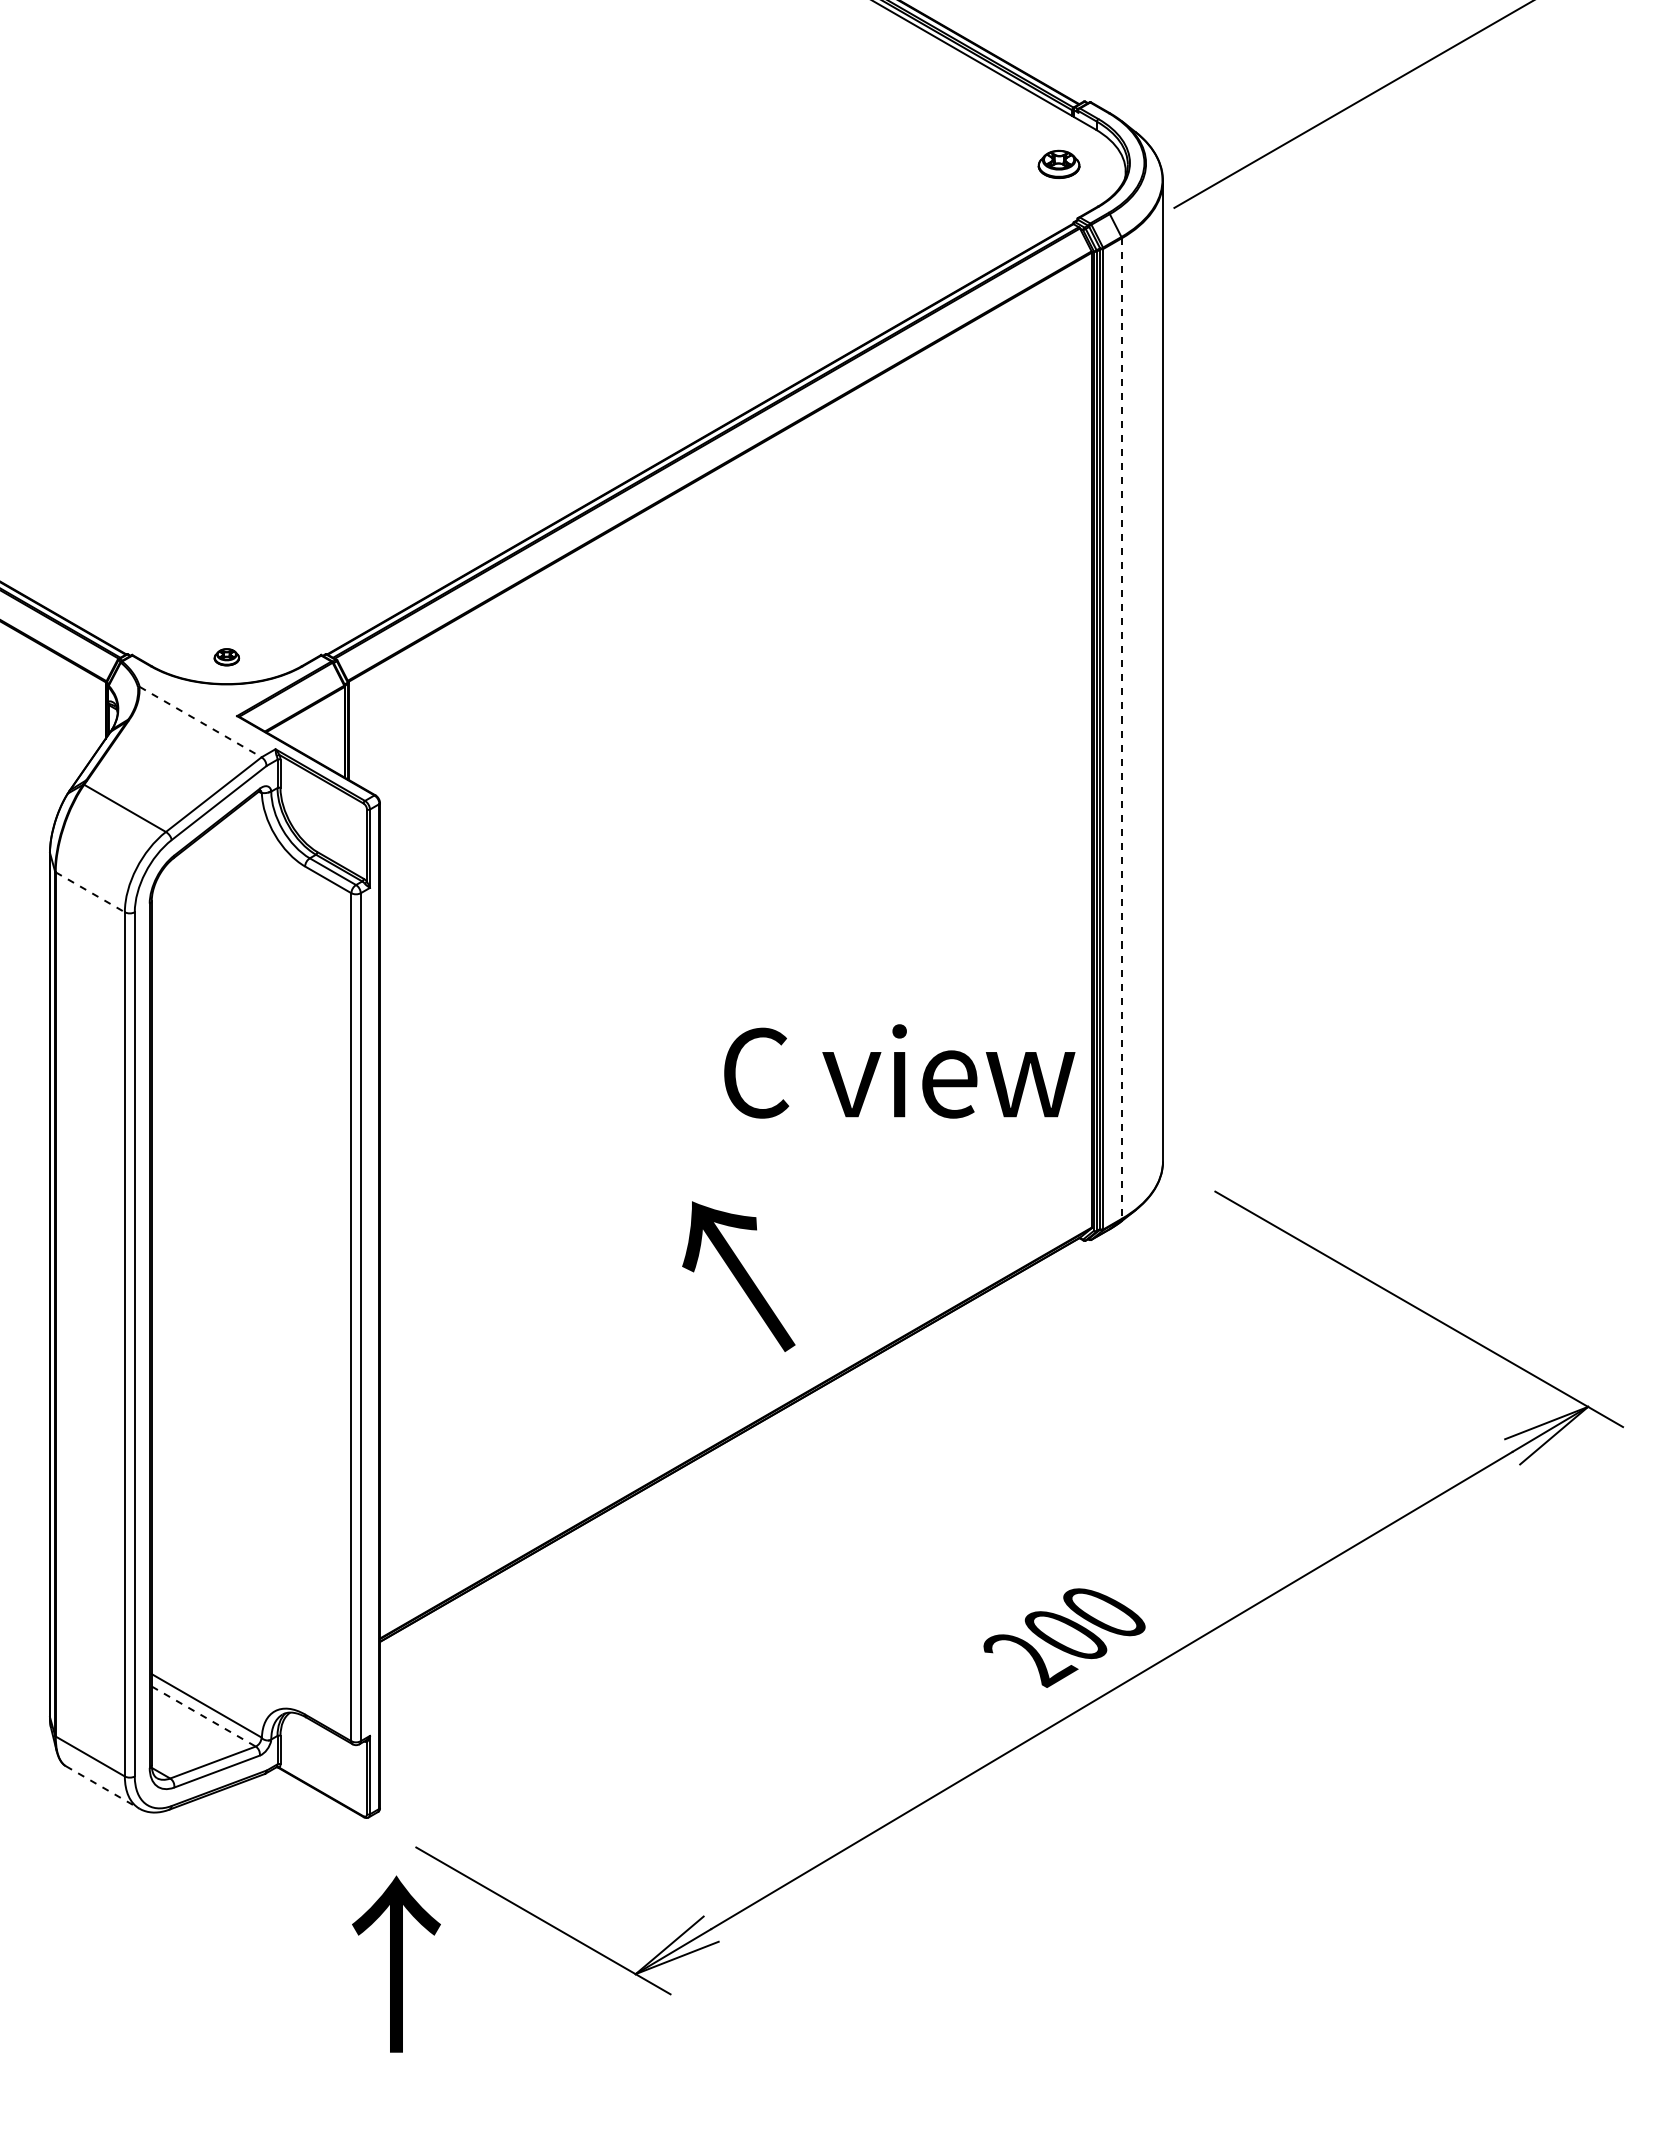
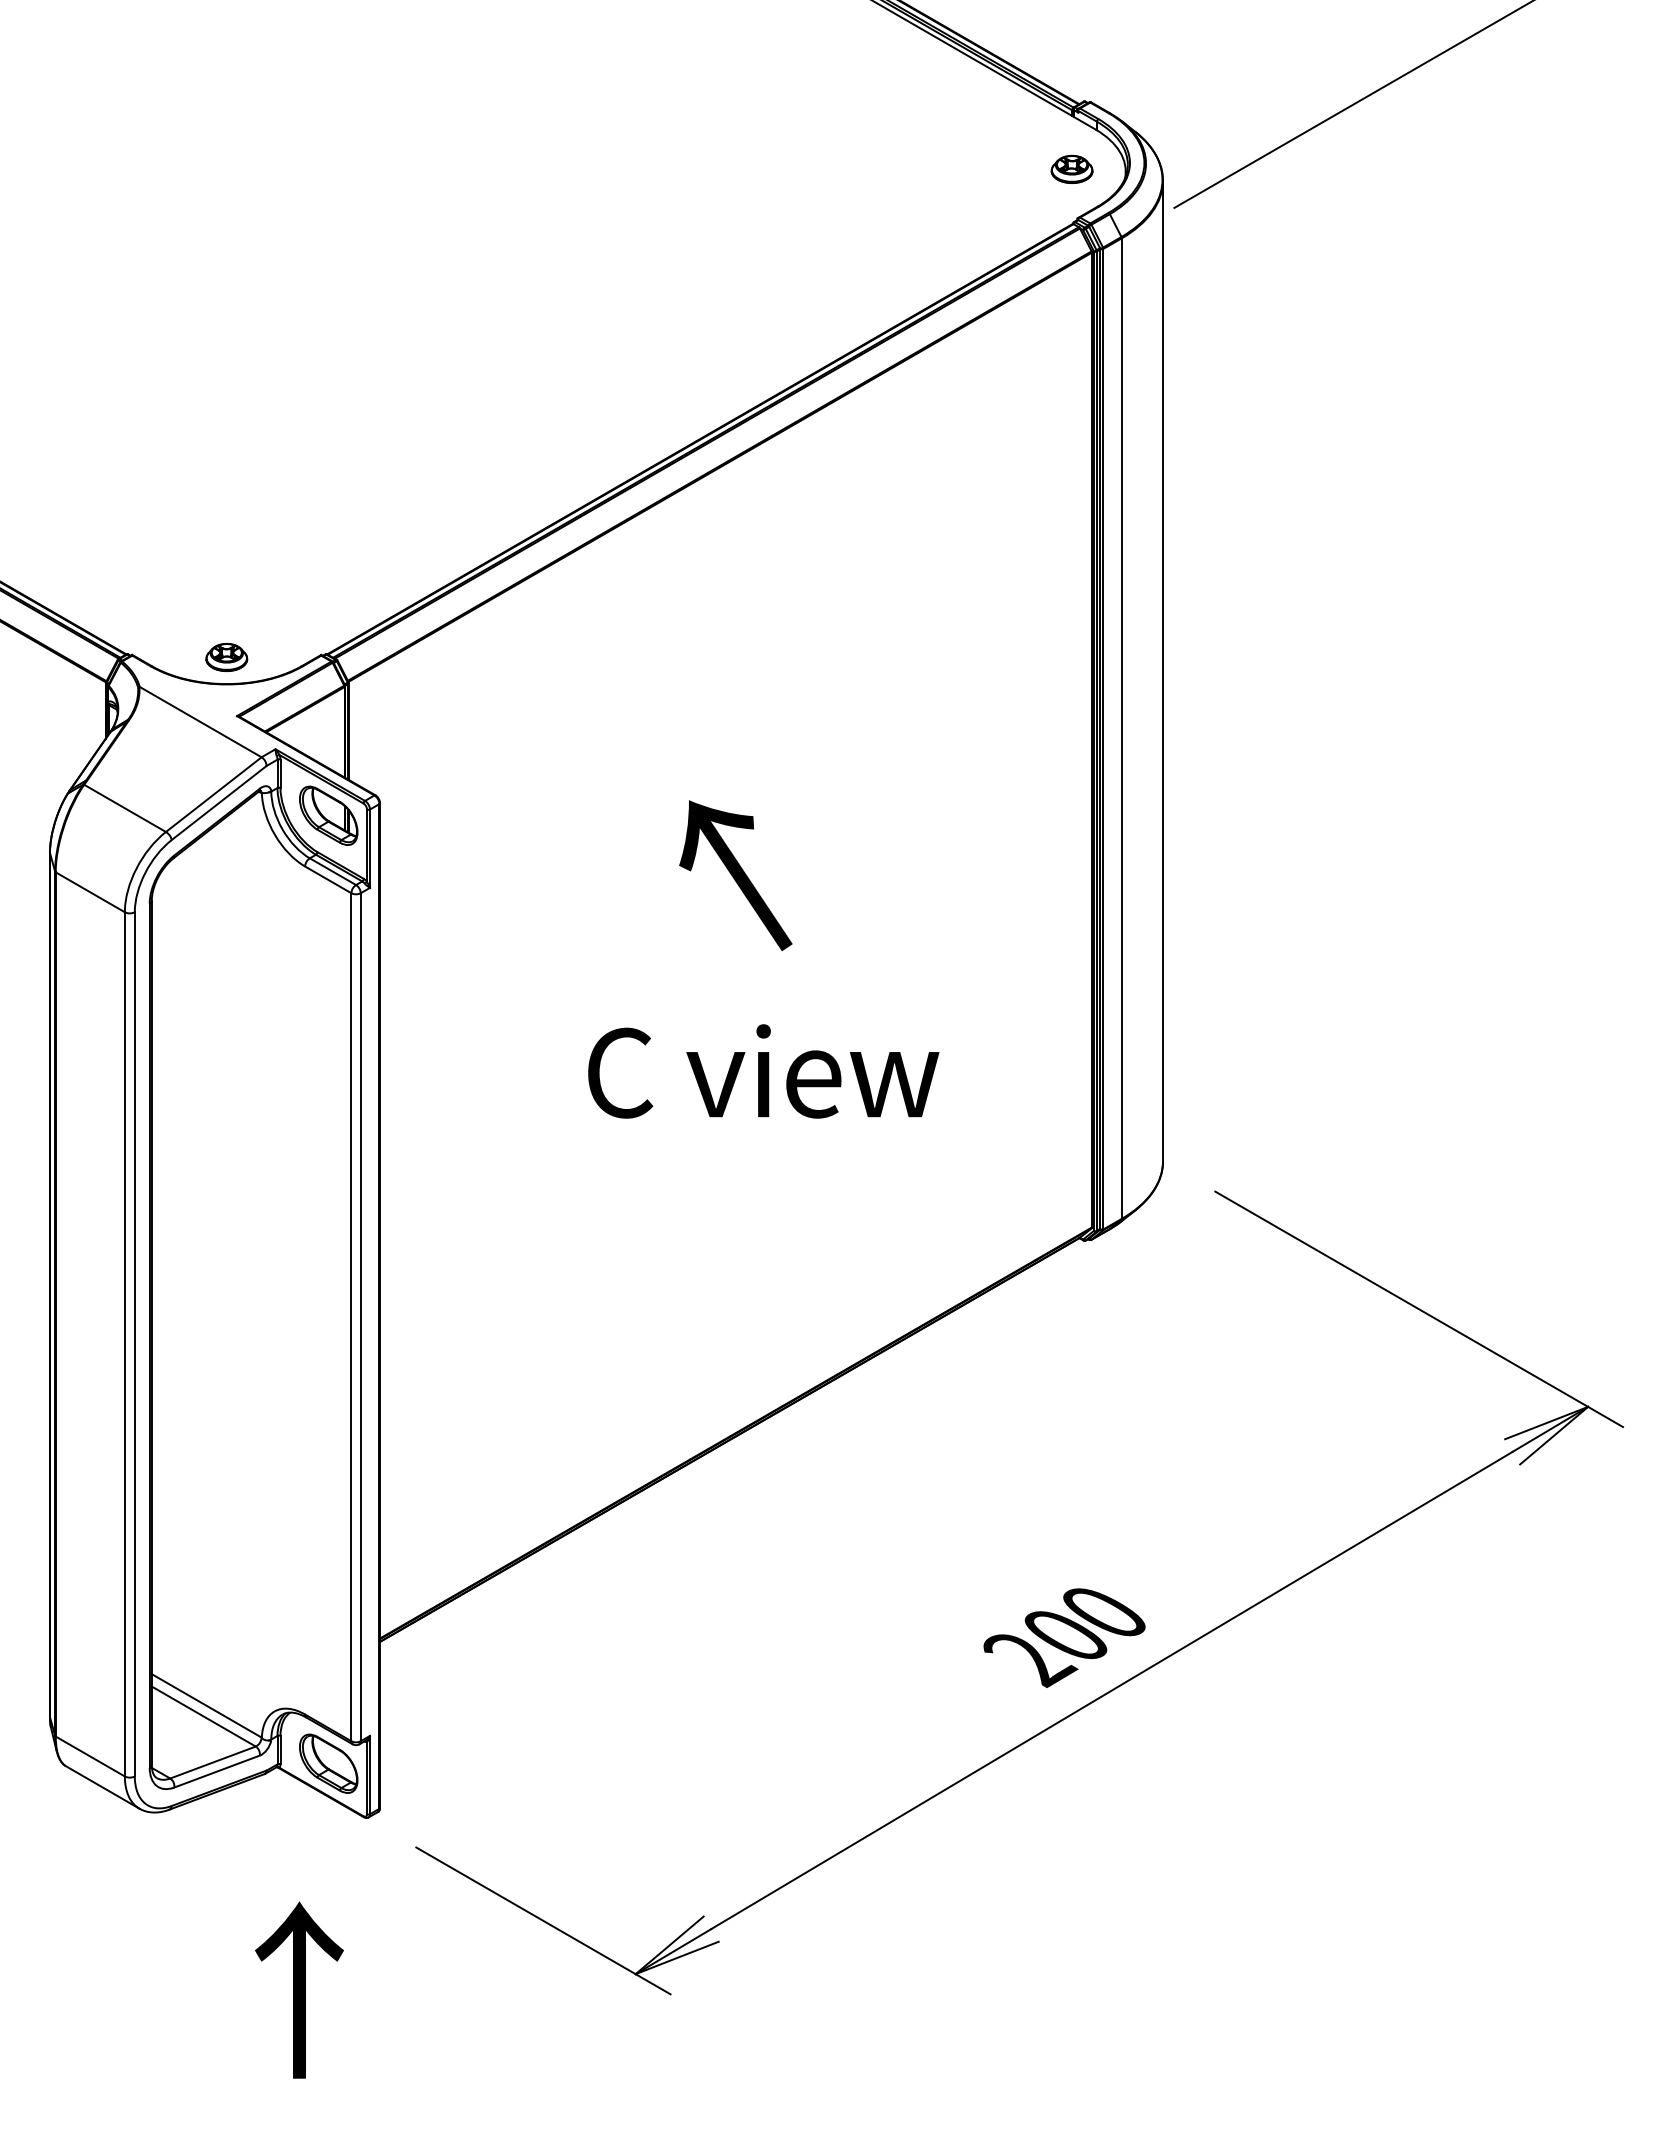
part at (1058, 163) position: (1058, 163) -> (1071, 168)
part at (226, 657) size: 28x19 px -> 44x30 px
line at (201, 722): dashed -> solid
line at (1121, 729): dashed -> solid
part at (328, 815): none -> present
line at (90, 892): dashed -> solid
text at (899, 1071) position: (899, 1071) -> (763, 1071)
text at (738, 1276) position: (738, 1276) -> (735, 875)
line at (204, 1716): dashed -> solid
part at (328, 1763): none -> present
line at (103, 1787): dashed -> solid
text at (396, 1963) position: (396, 1963) -> (299, 1989)
